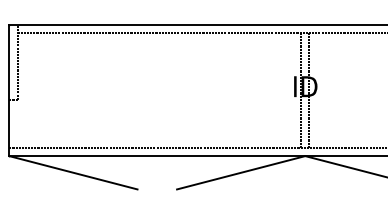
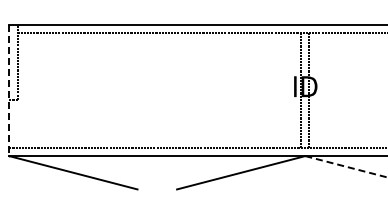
line at (9, 90): solid -> dashed
line at (346, 166): solid -> dashed
